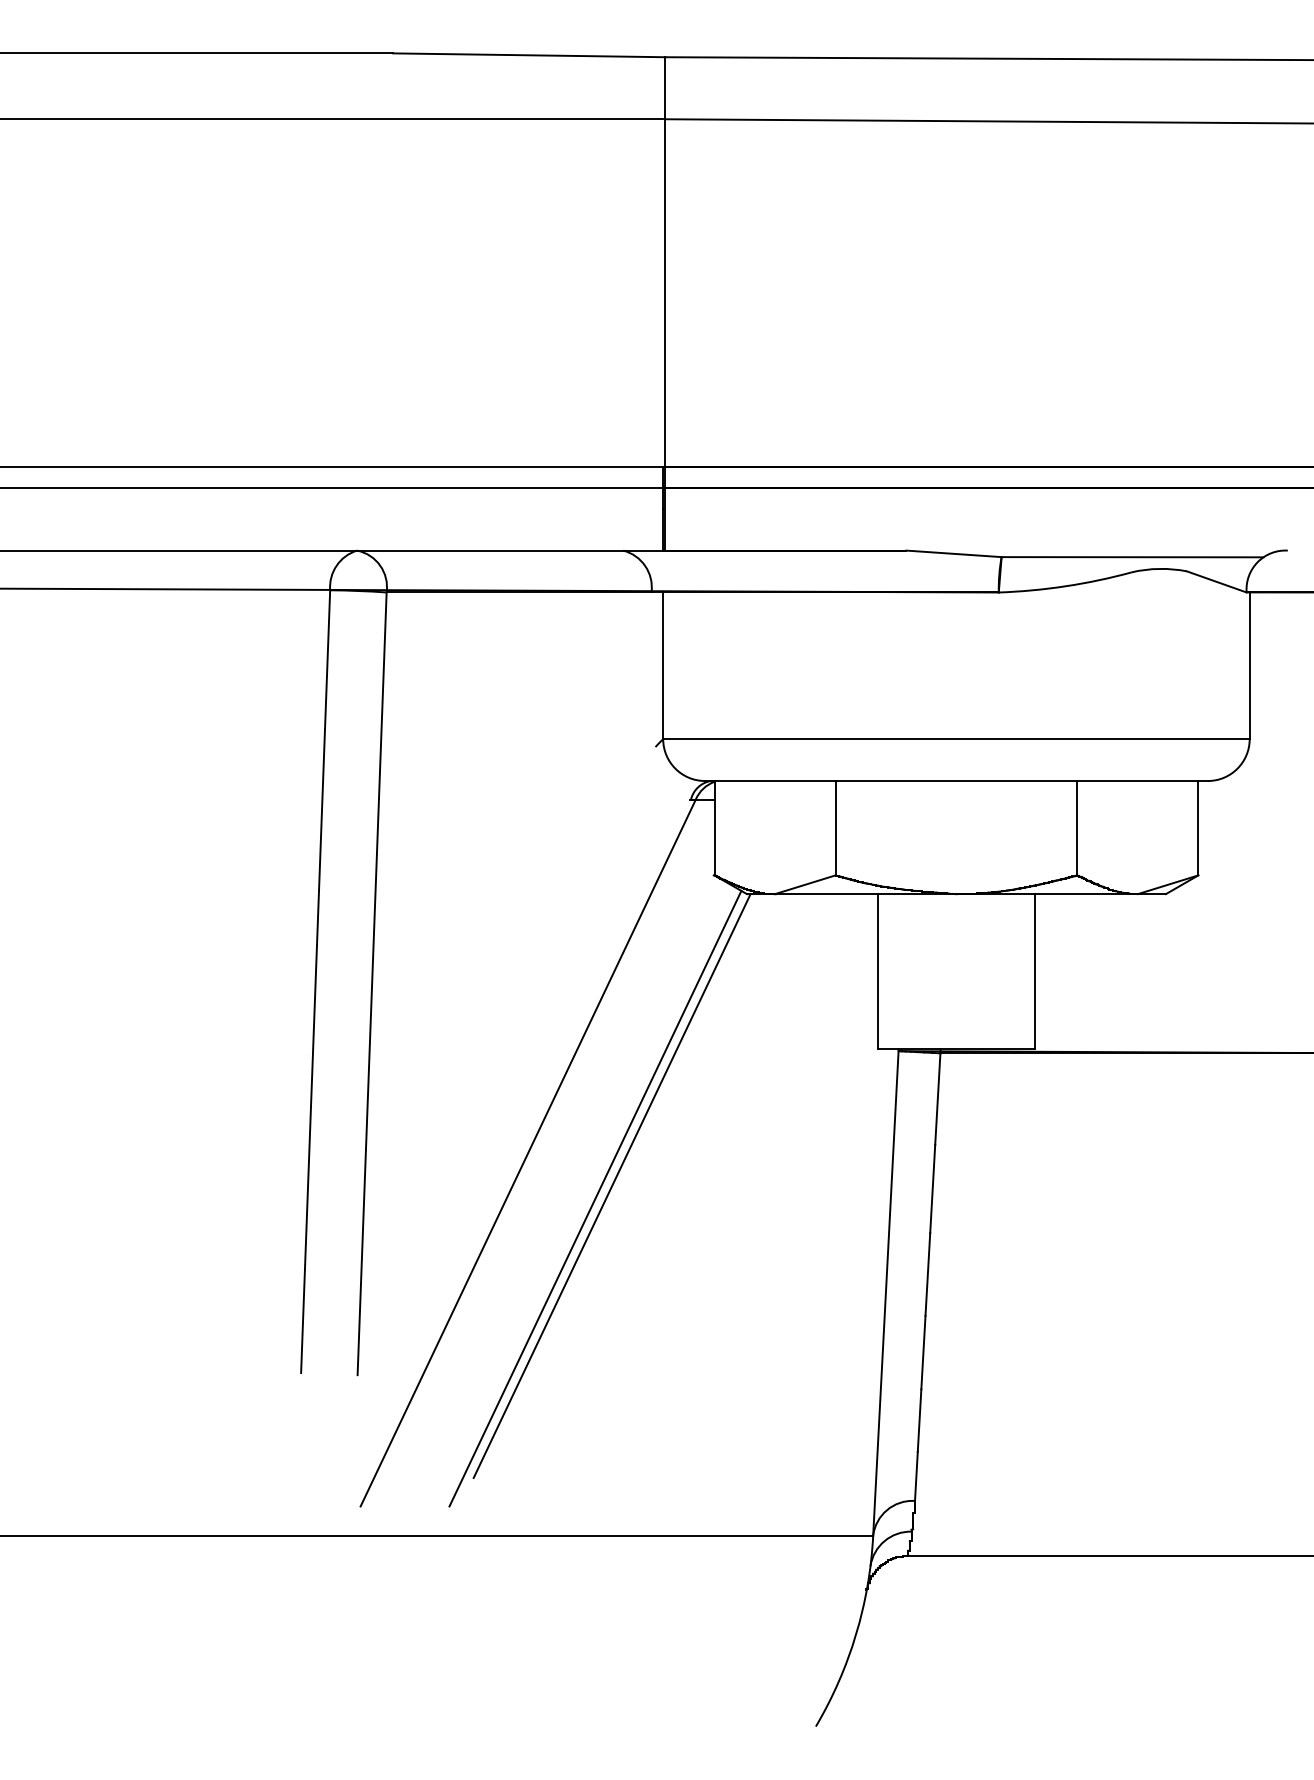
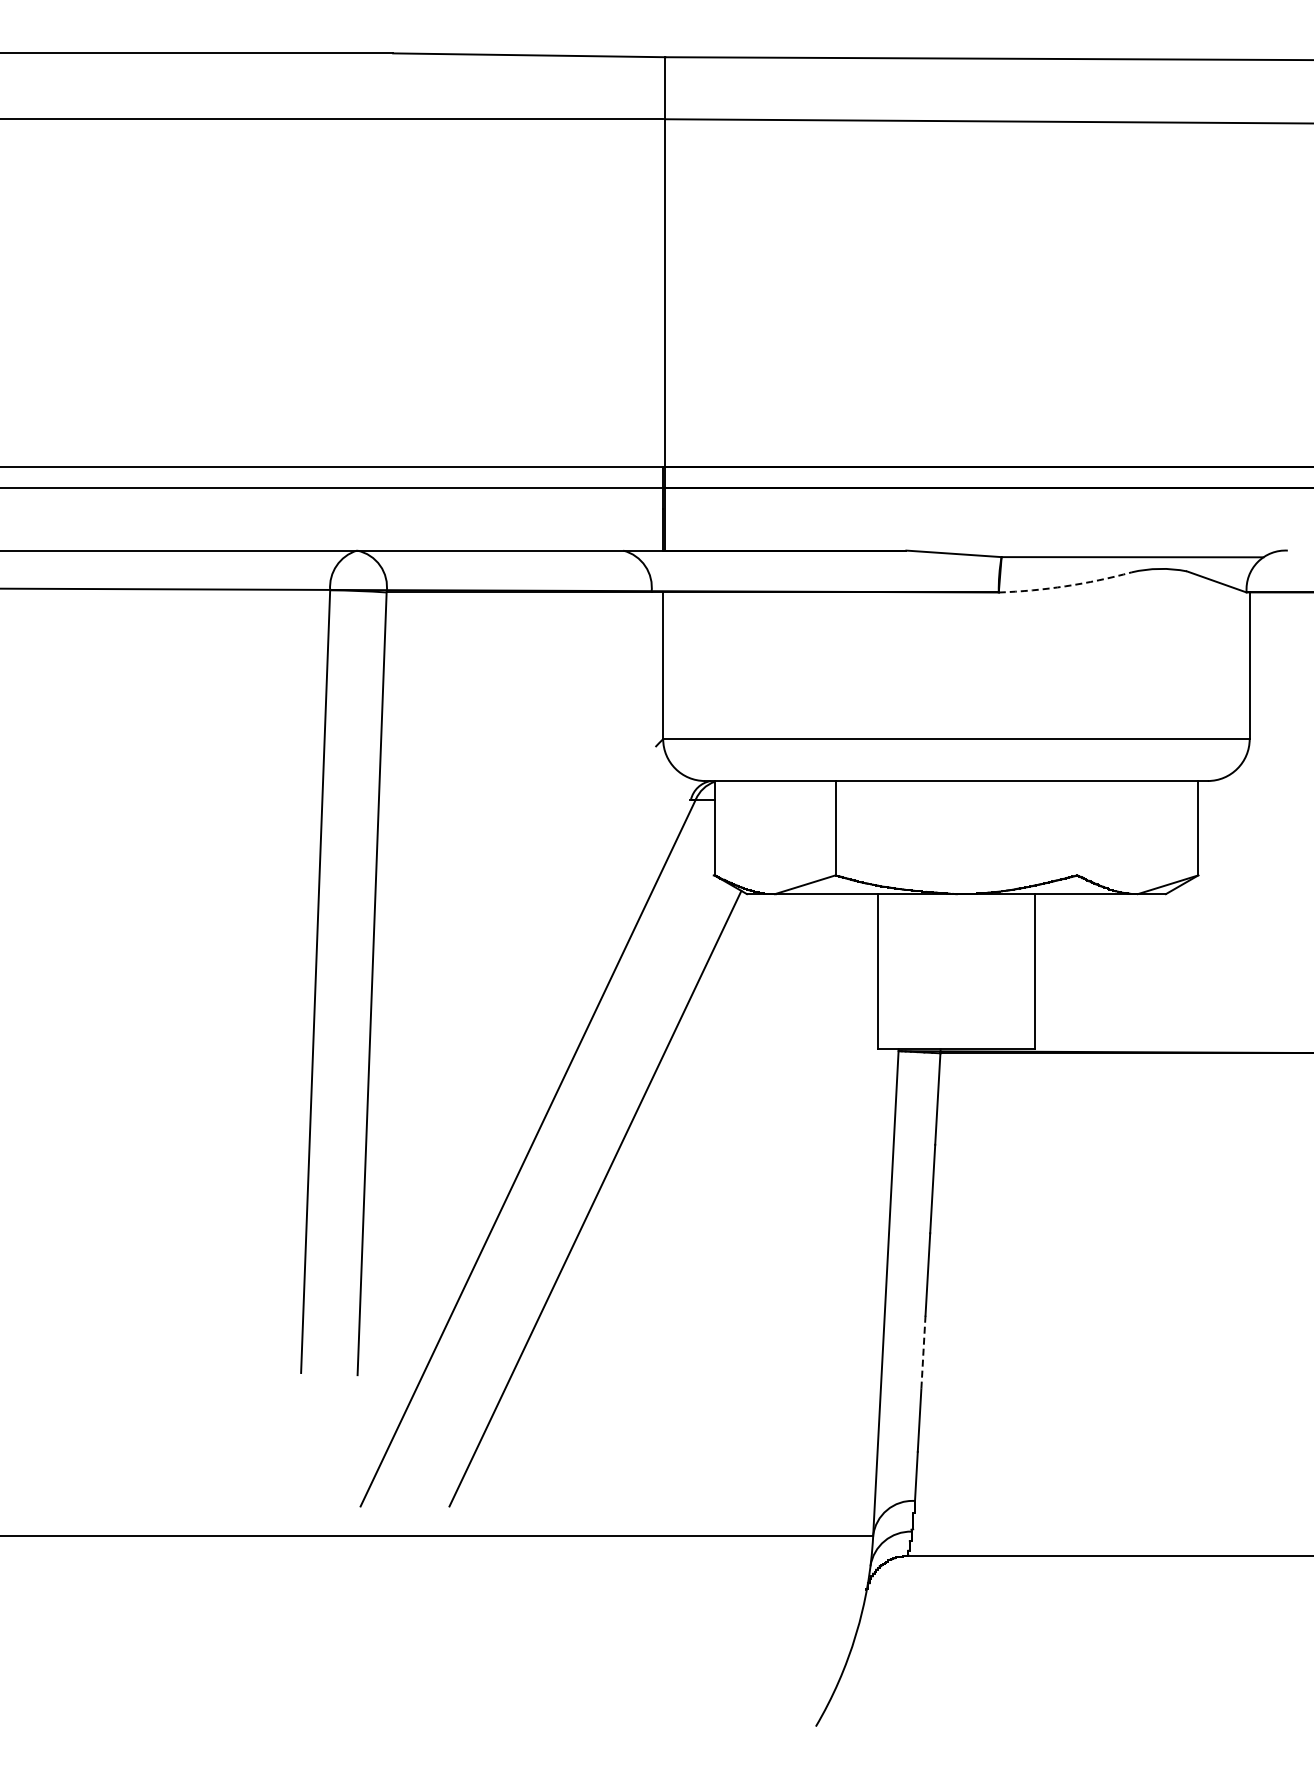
arc at (1065, 586): solid -> dashed
line at (1077, 828): present -> none
line at (611, 1186): present -> none
line at (923, 1352): solid -> dashed
